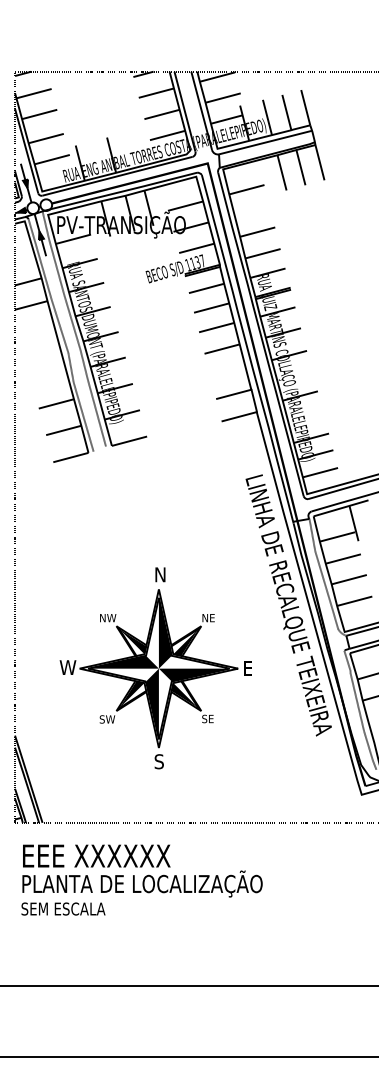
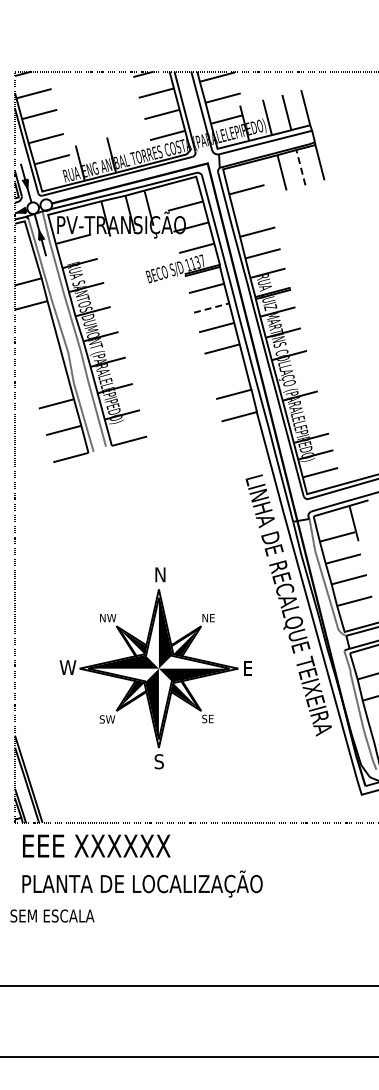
line at (300, 167): solid -> dashed
line at (212, 307): solid -> dashed
text at (96, 855) position: (96, 855) -> (96, 845)
text at (63, 908) position: (63, 908) -> (52, 915)
